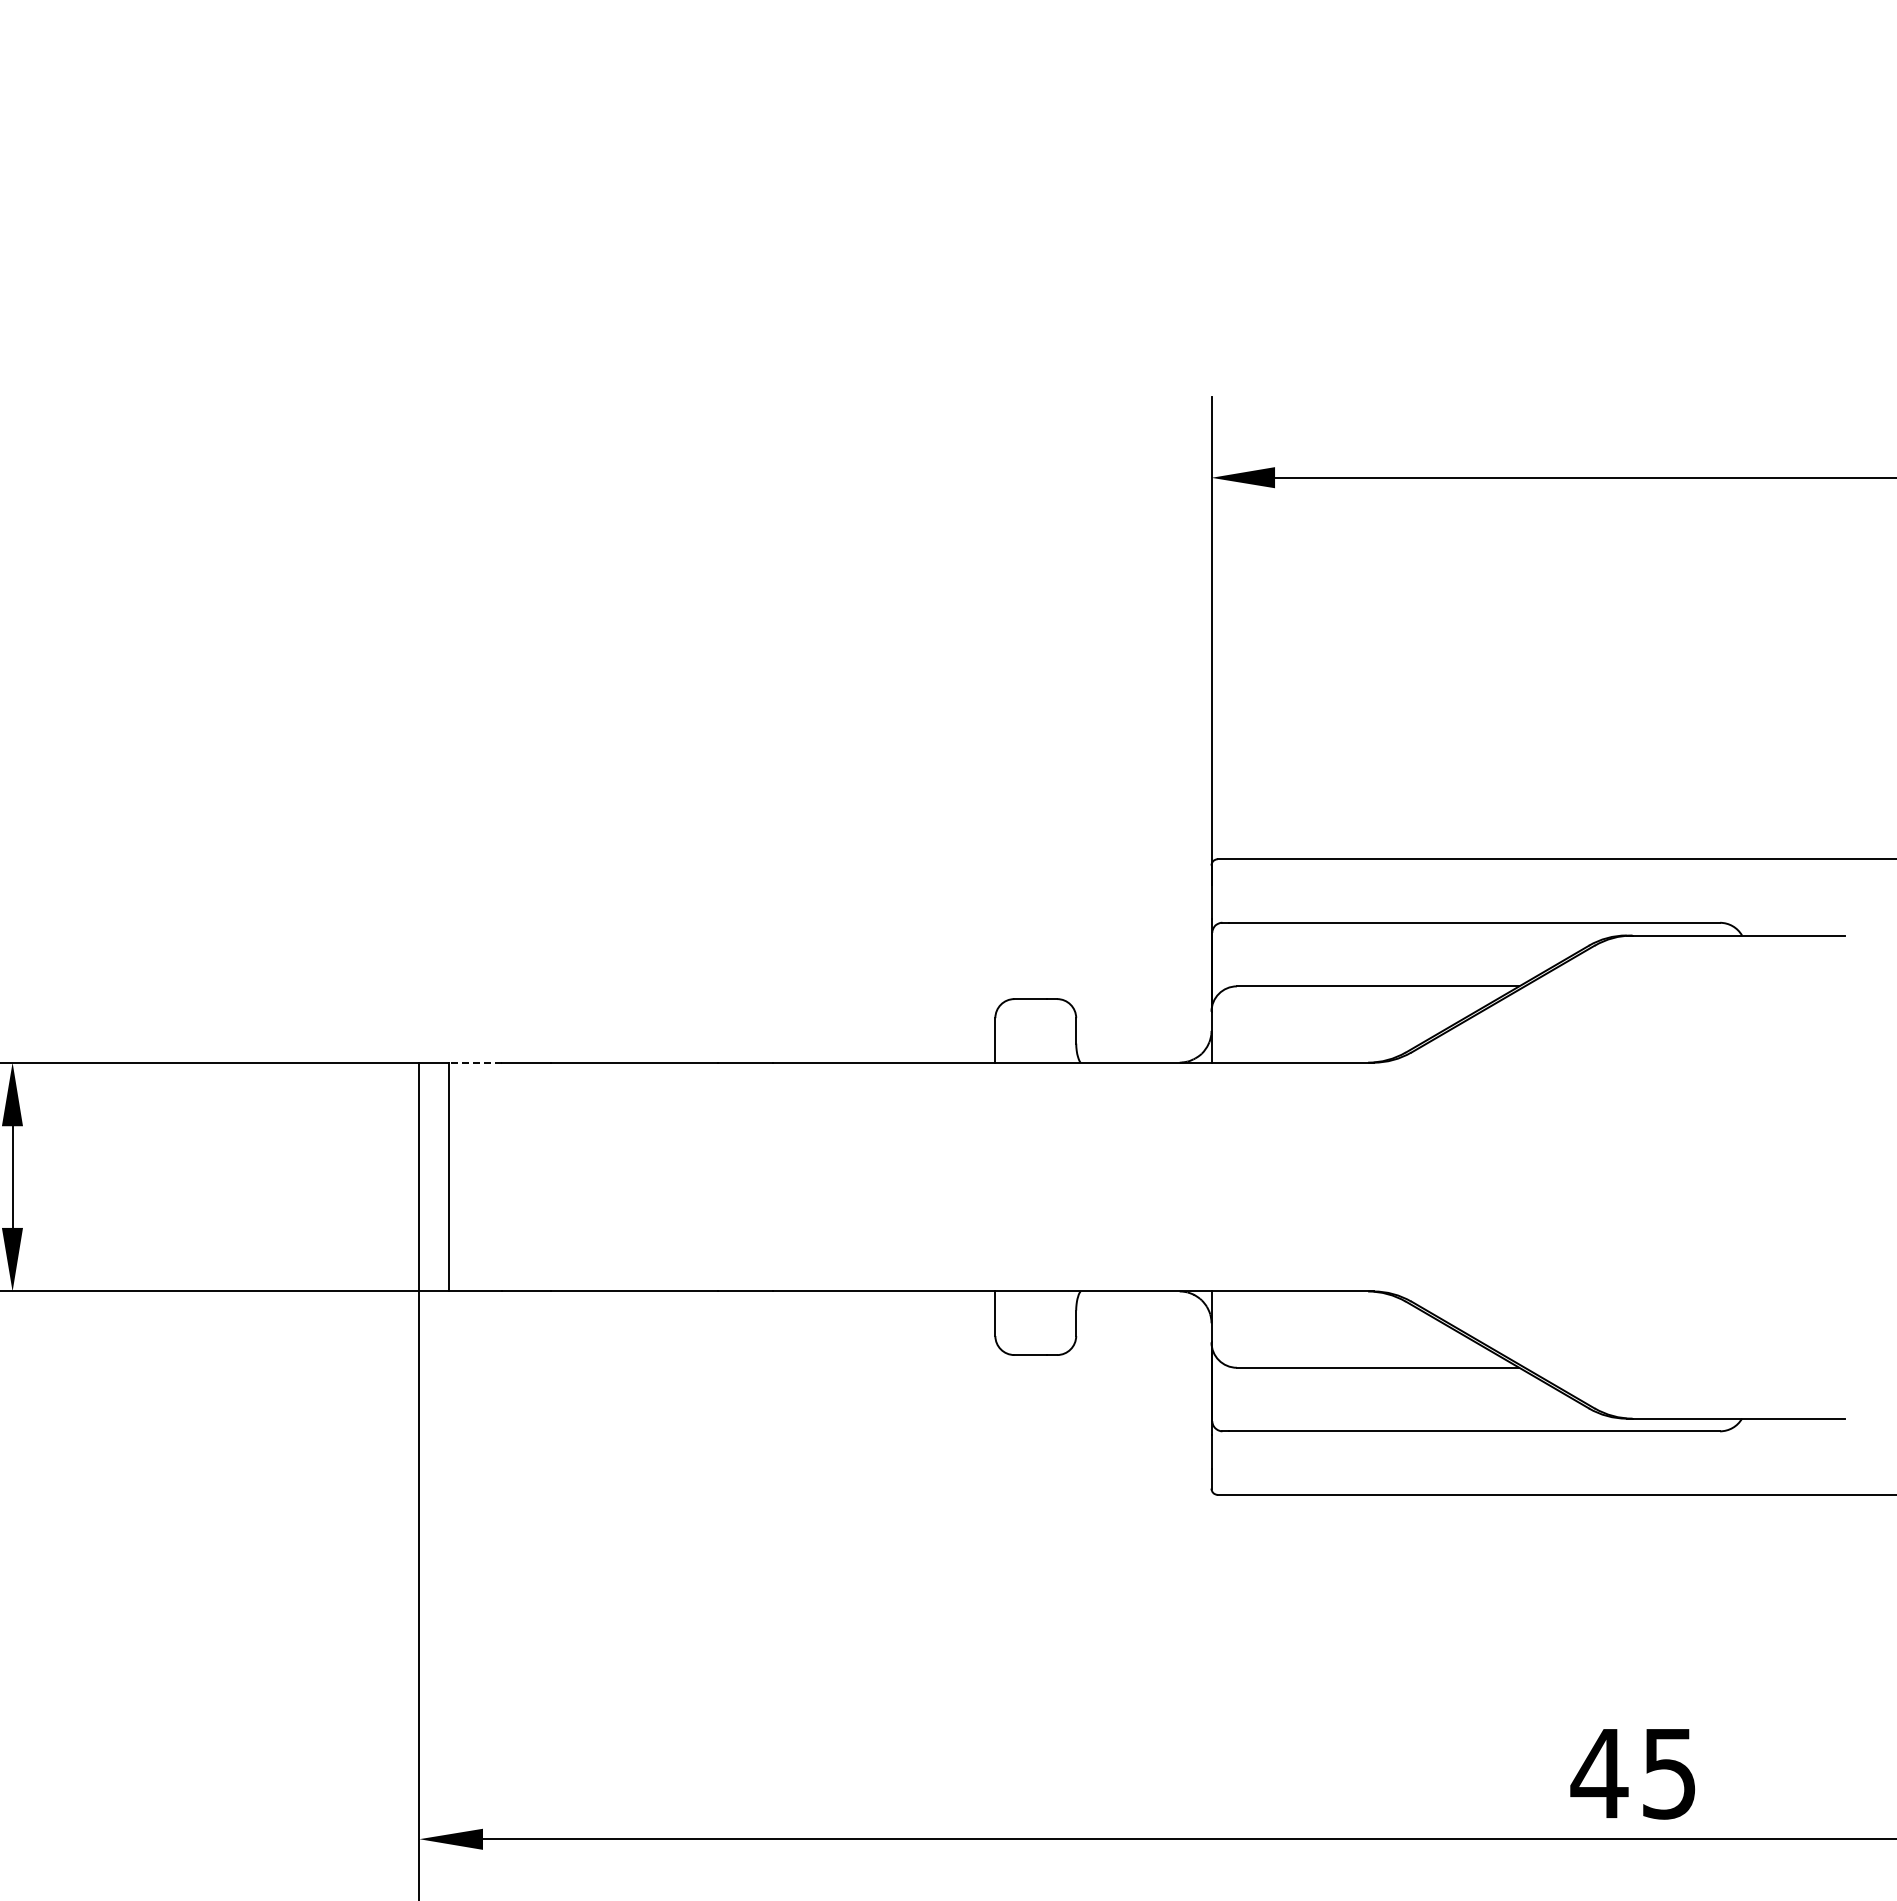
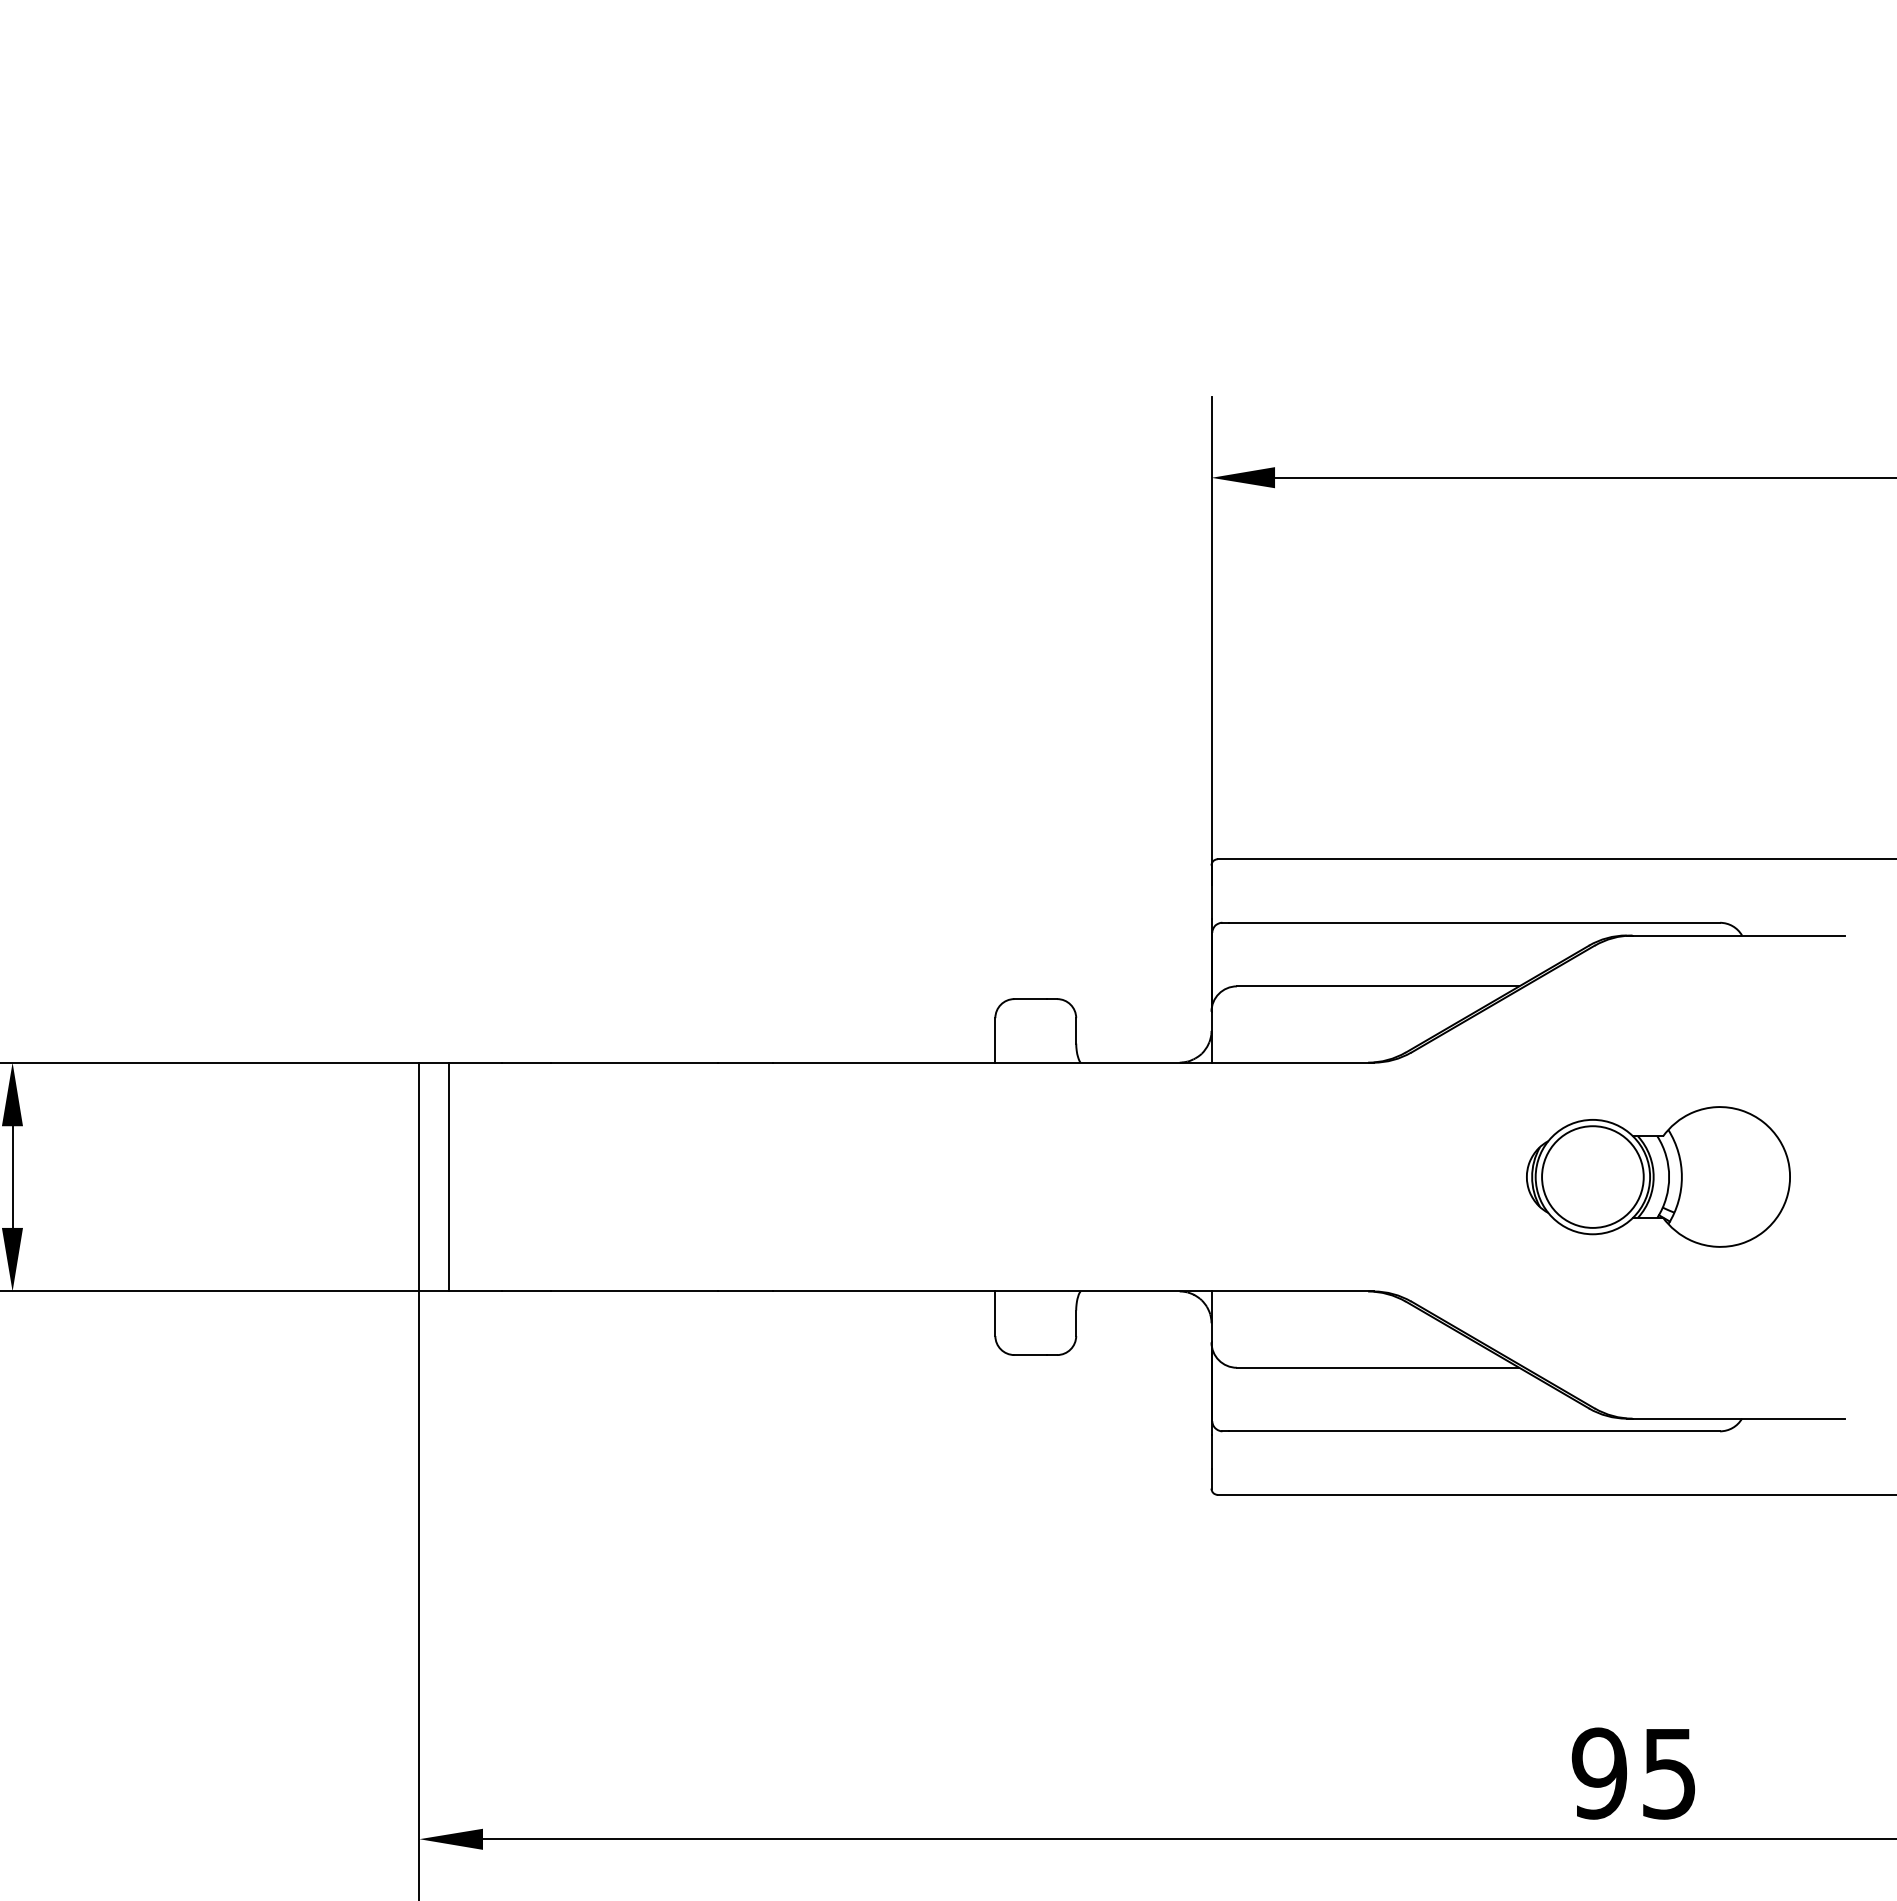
line at (475, 1062): dashed -> solid
part at (1658, 1176): none -> present
text at (1599, 1773): 45 -> 95
